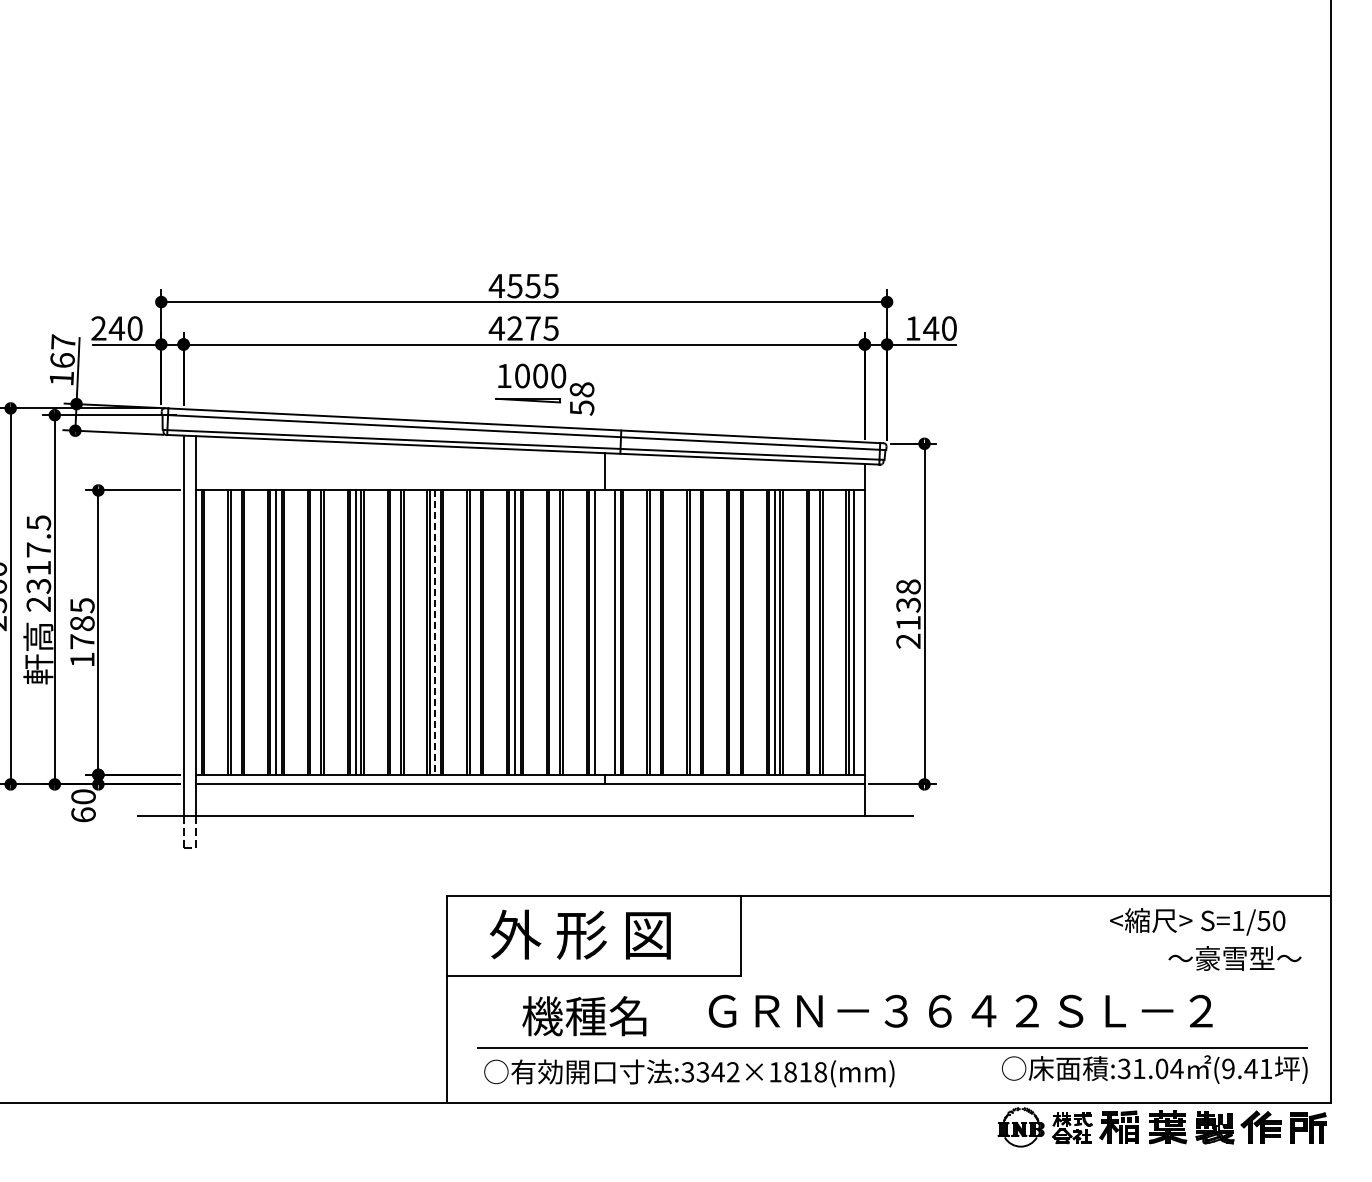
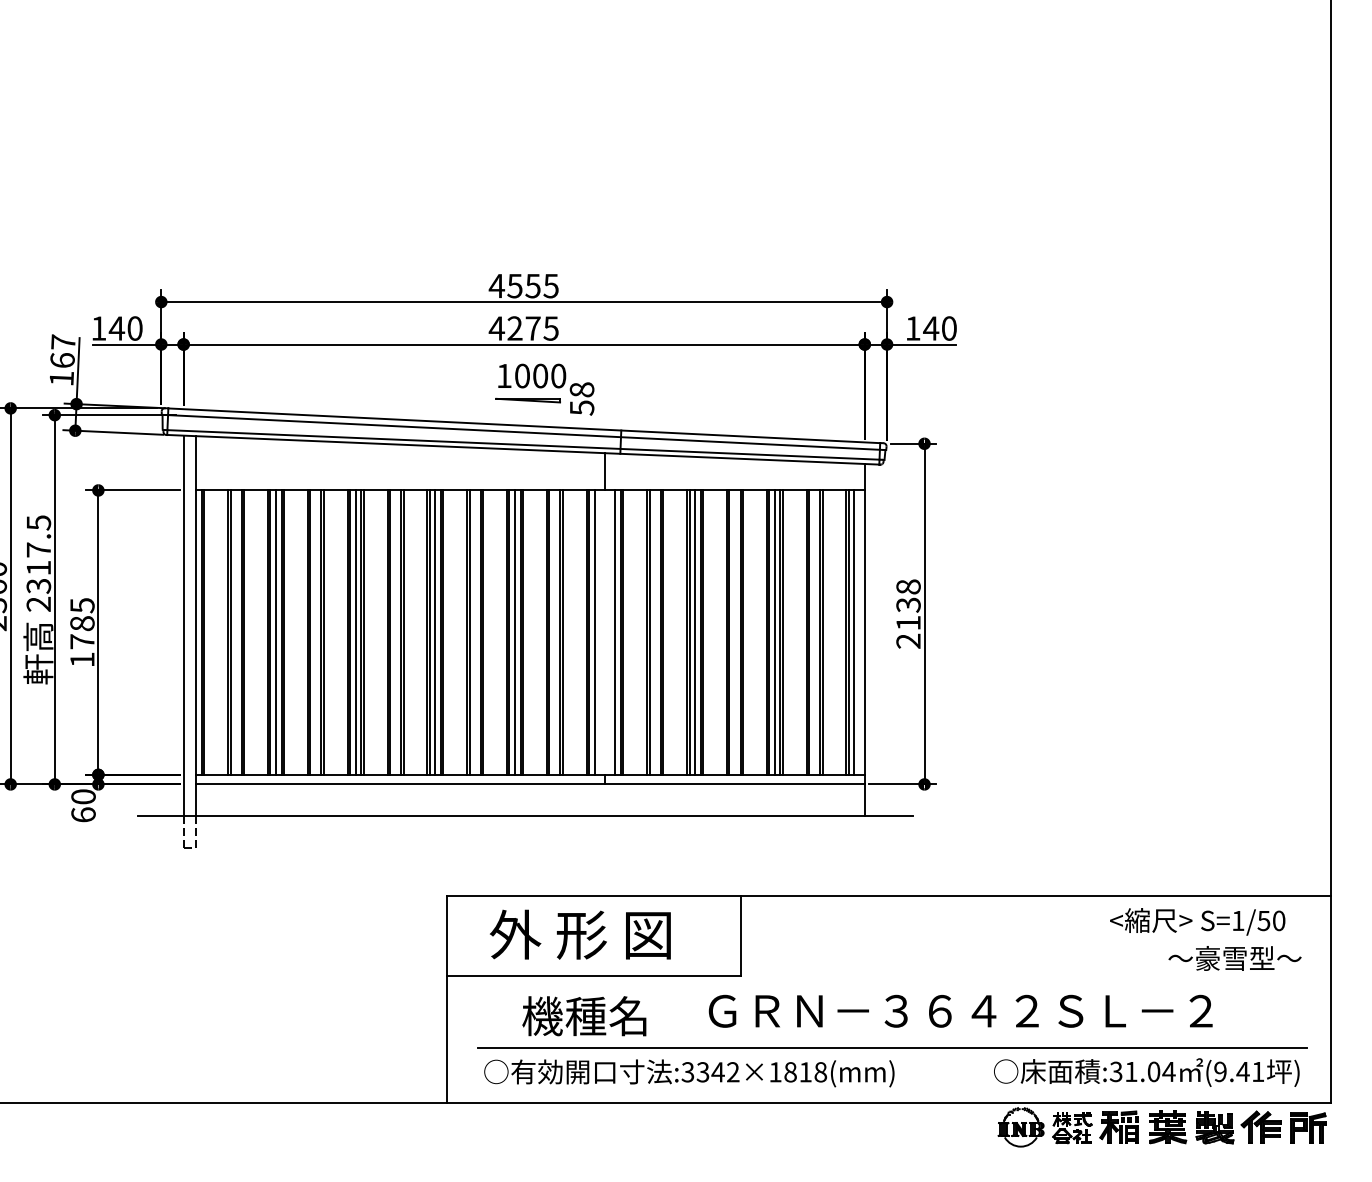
text at (98, 328): 240 -> 140
line at (695, 632): none -> present
line at (435, 633): dashed -> solid
text at (1154, 1069) position: (1154, 1069) -> (1146, 1072)
